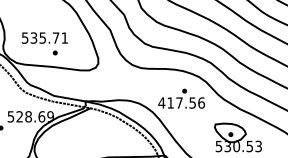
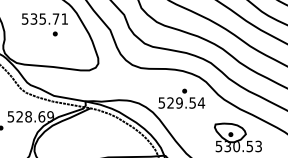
text at (44, 43) position: (44, 43) -> (44, 24)
text at (181, 102): 417.56 -> 529.54
